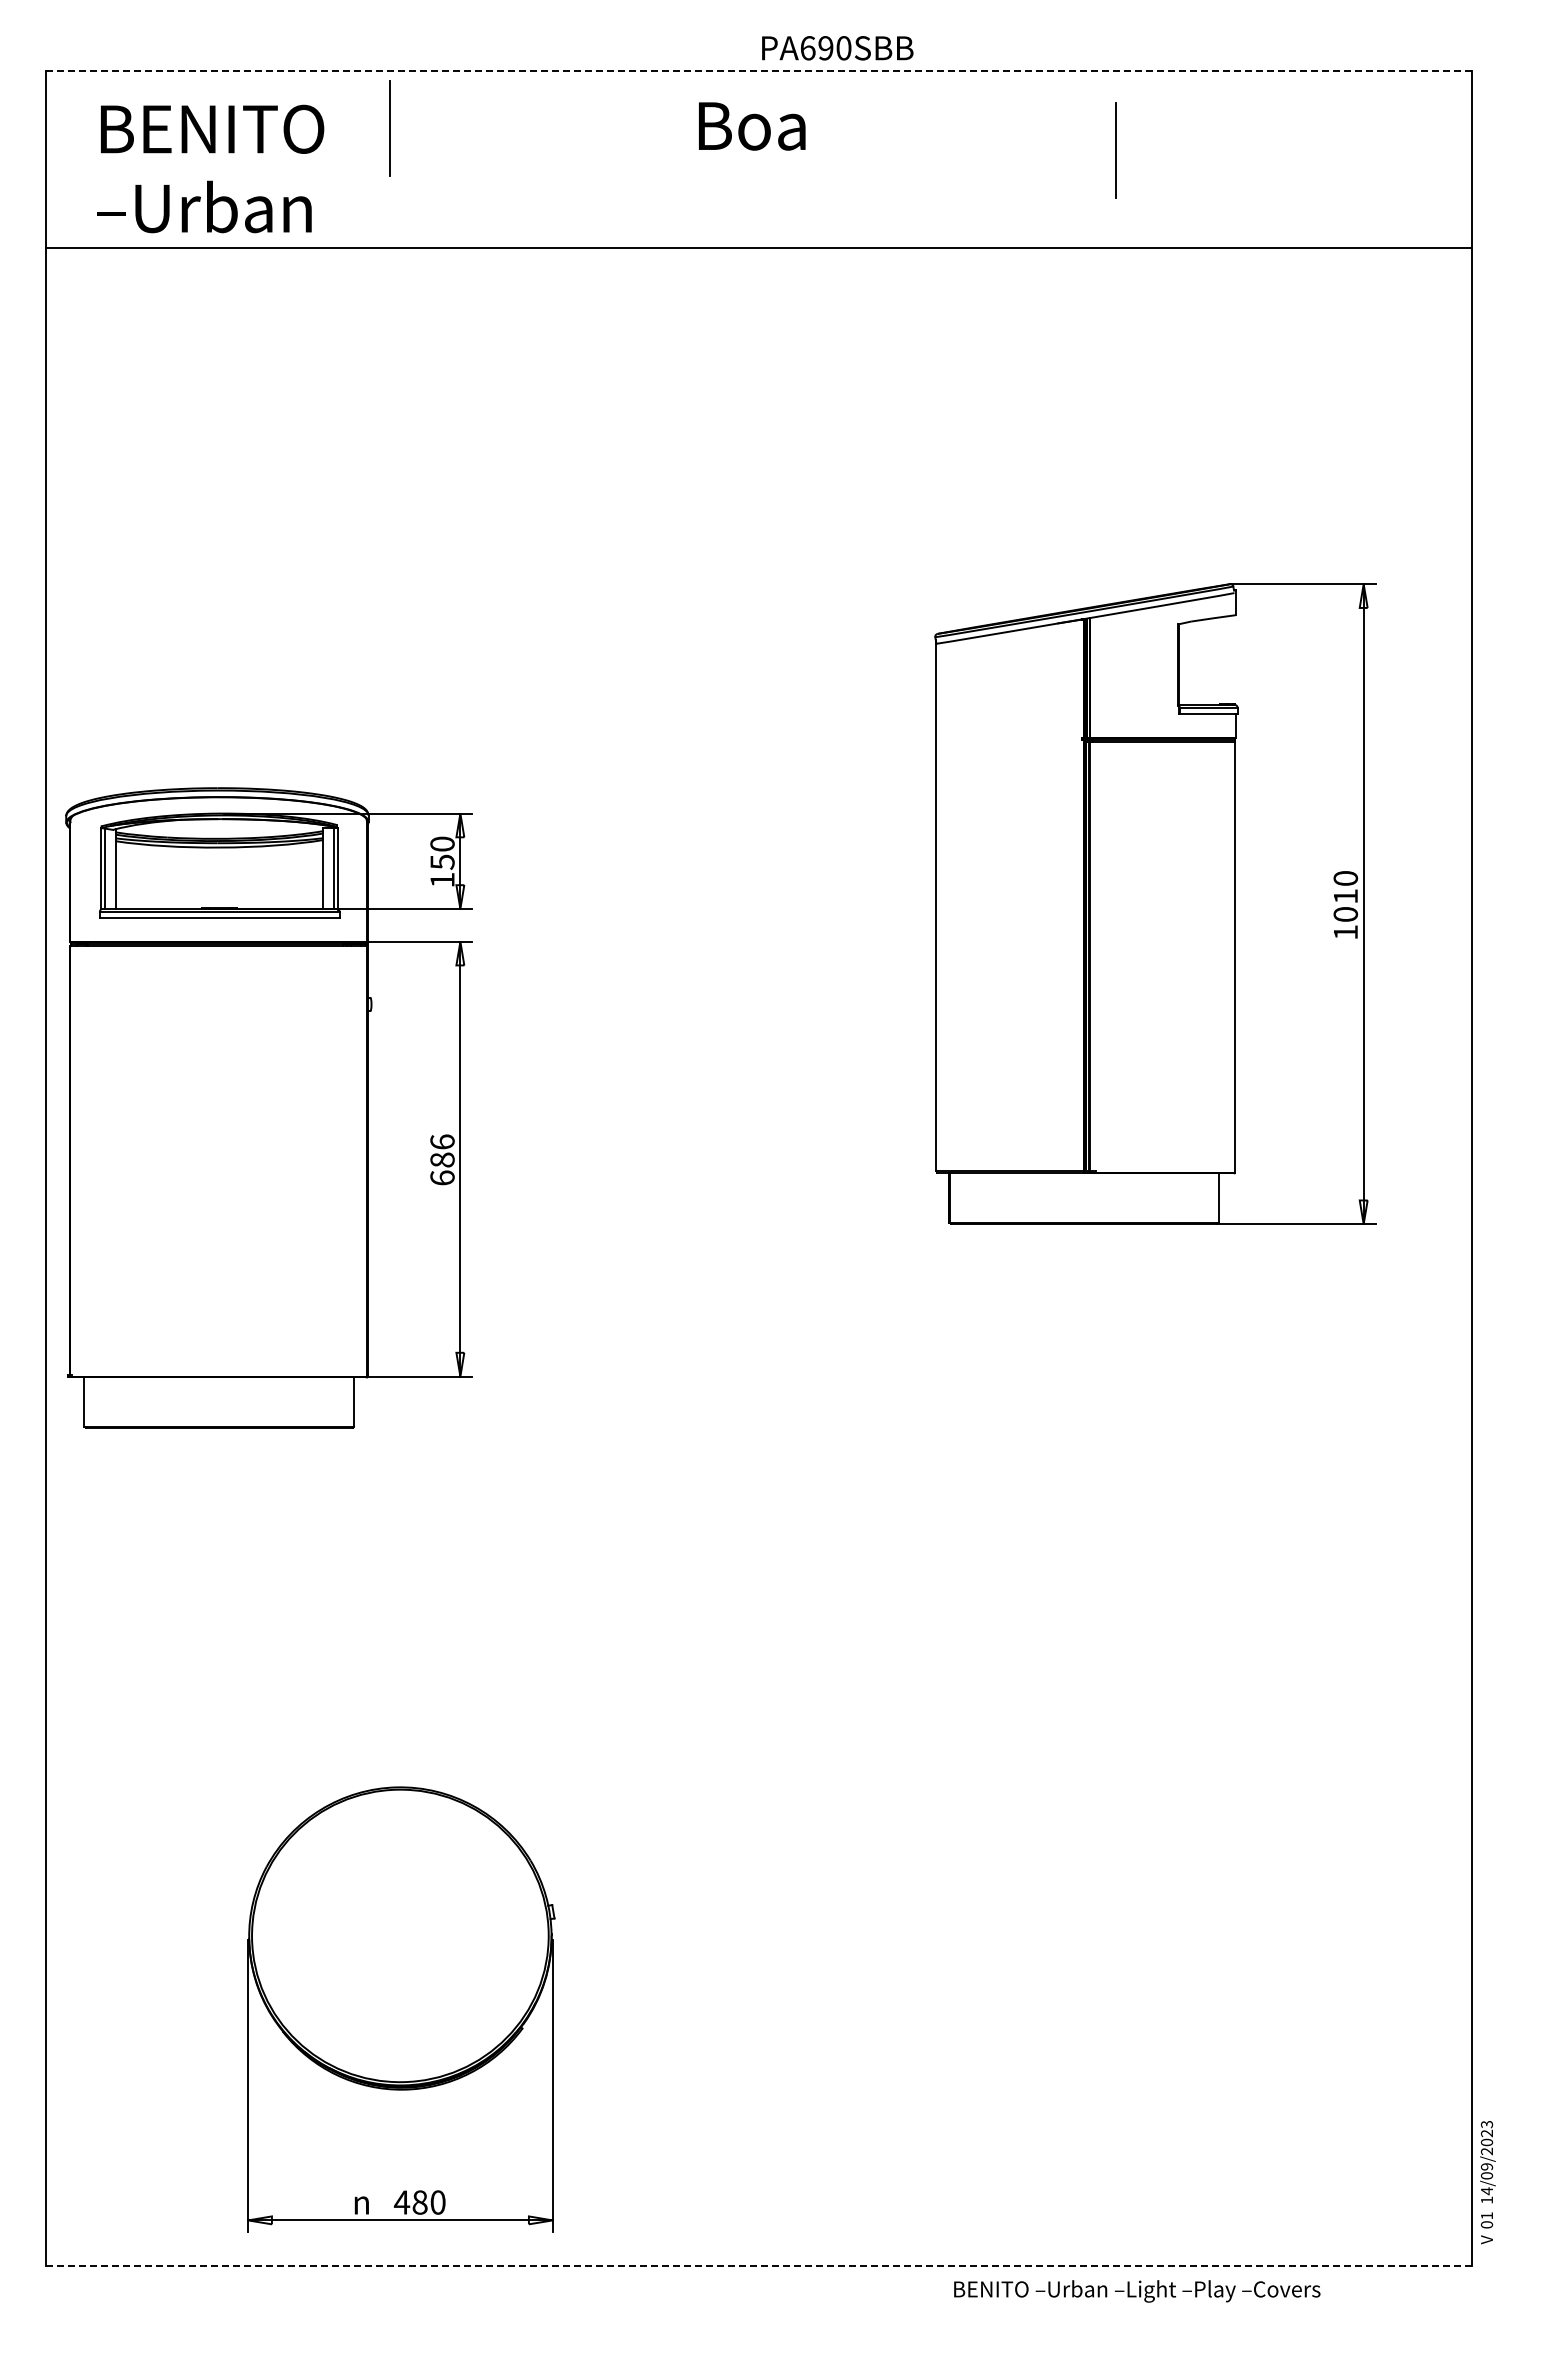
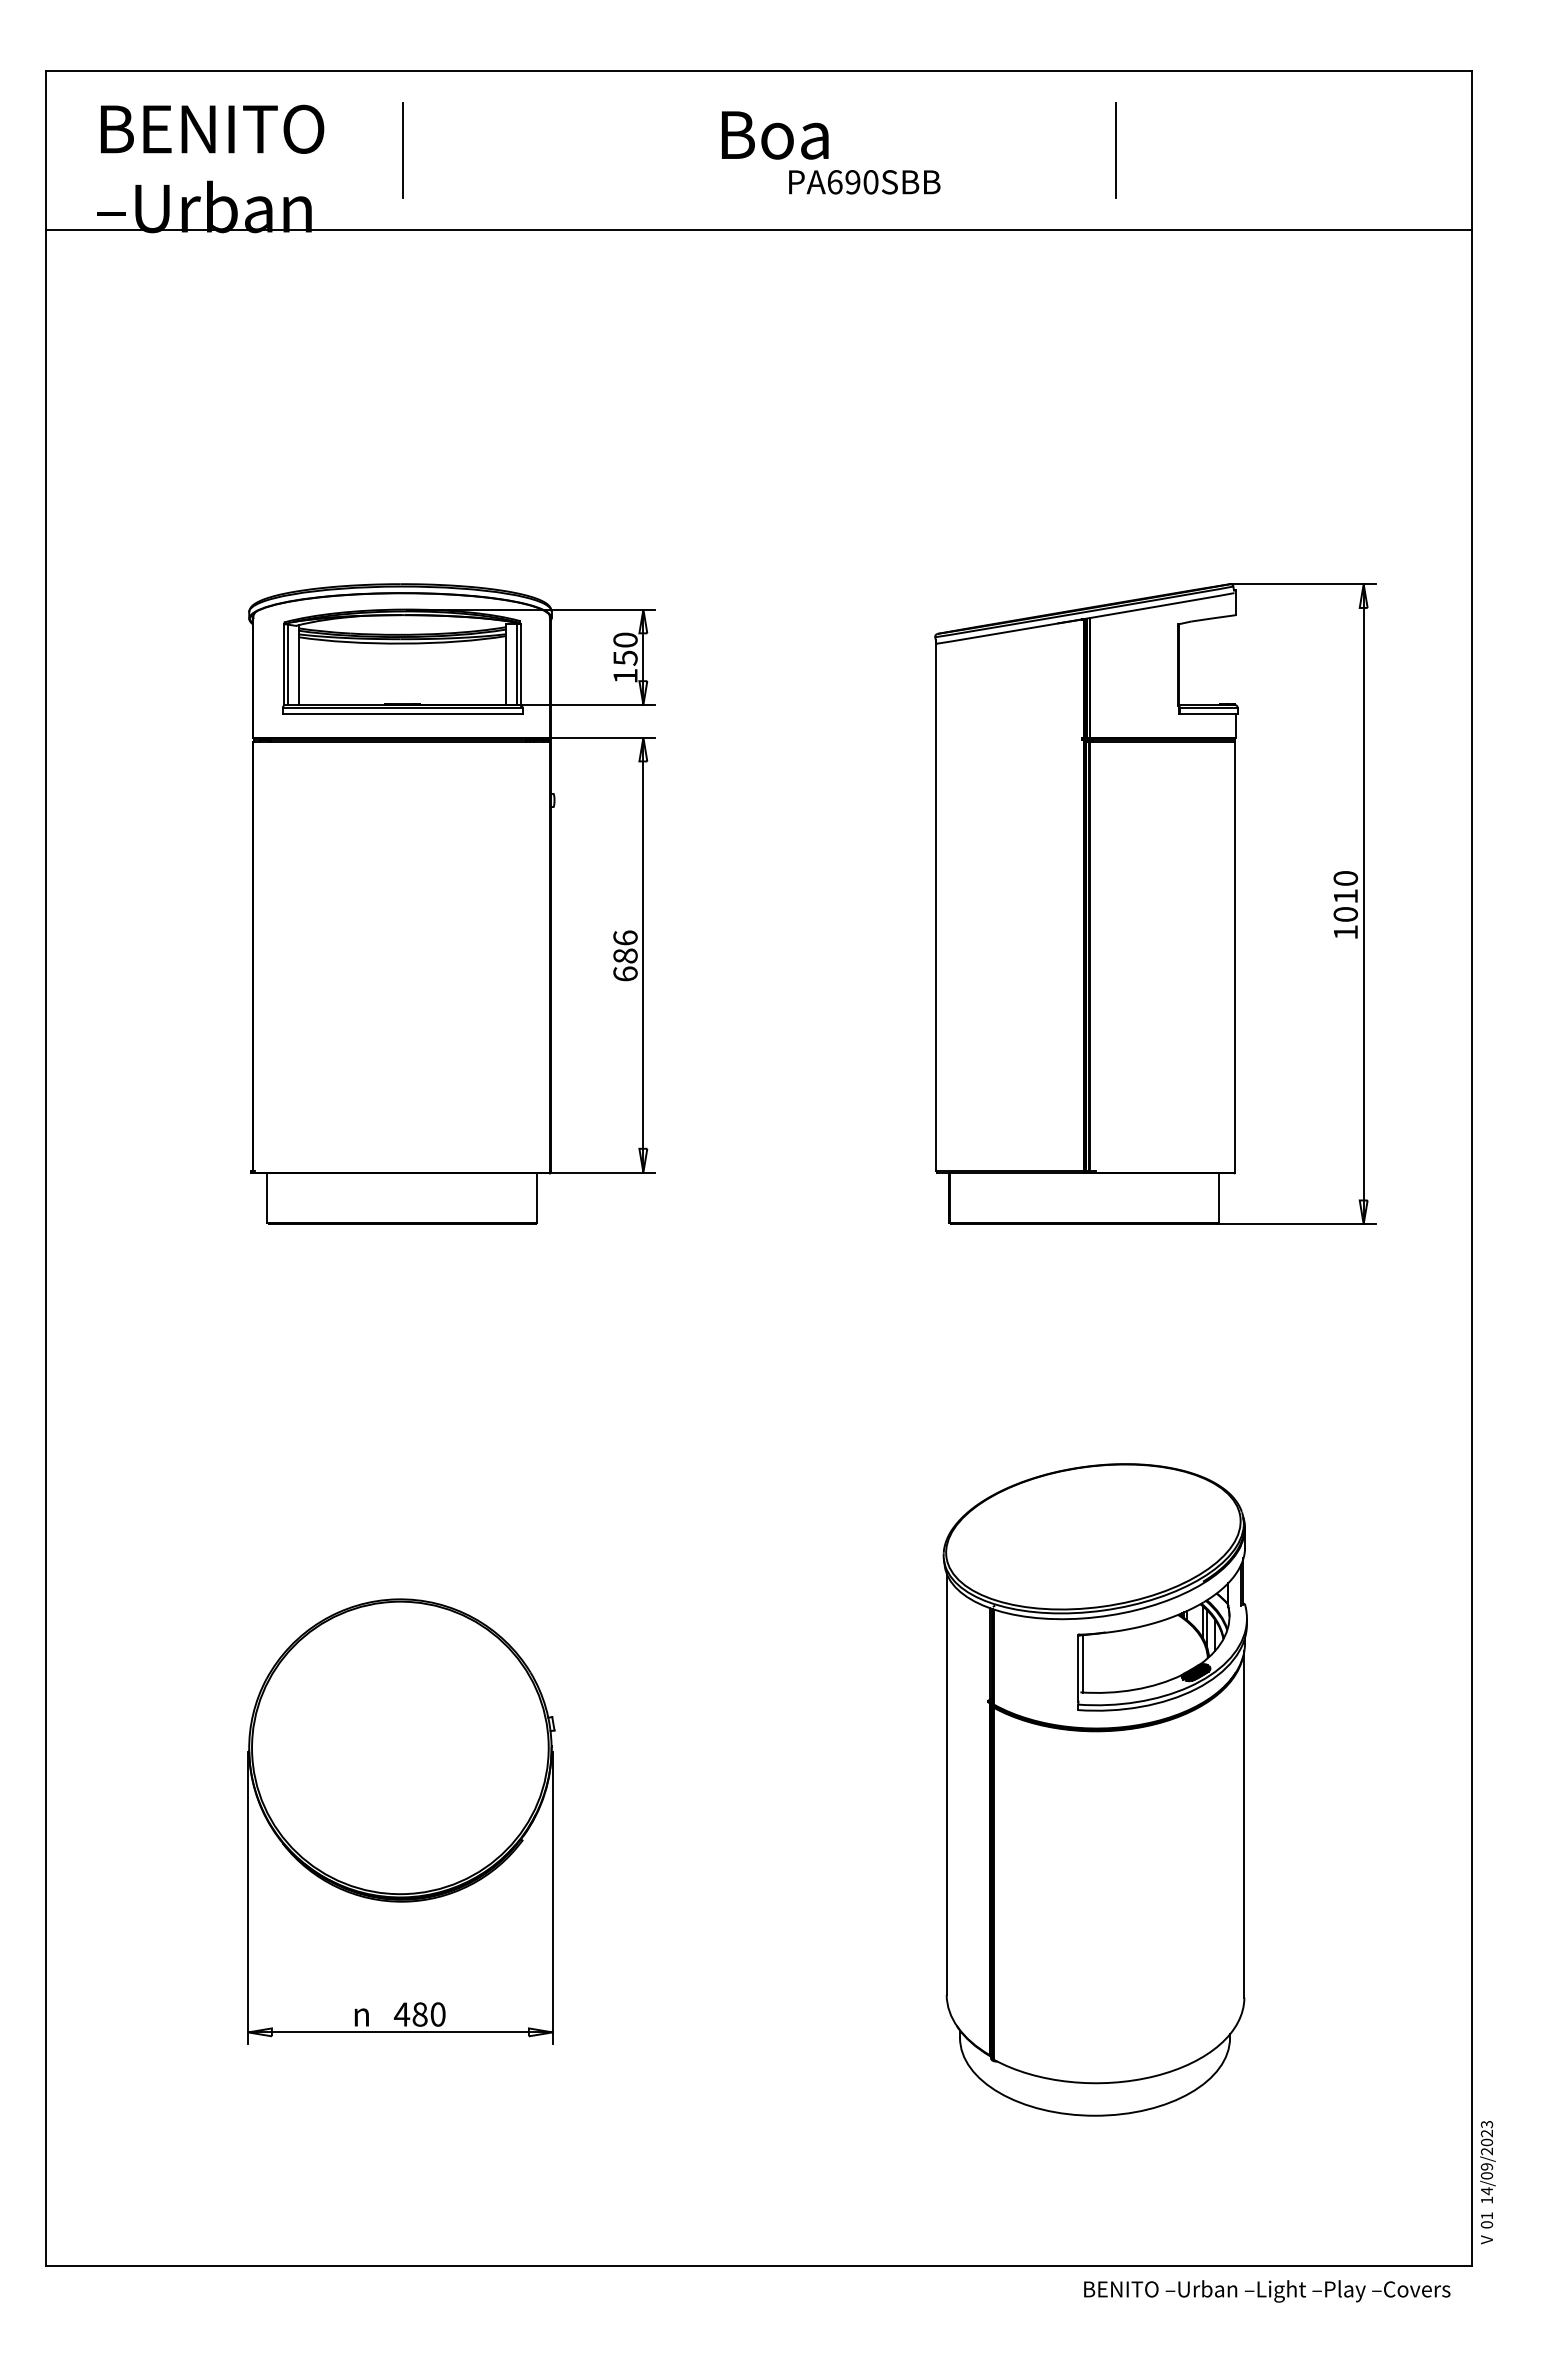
text at (837, 48) position: (837, 48) -> (864, 182)
line at (758, 71): dashed -> solid
text at (752, 126) position: (752, 126) -> (775, 135)
line at (389, 128) position: (389, 128) -> (402, 150)
line at (759, 247) position: (759, 247) -> (759, 229)
part at (268, 1107) position: (268, 1107) -> (451, 903)
part at (1094, 1789): none -> present
part at (401, 2009) position: (401, 2009) -> (401, 1821)
line at (758, 2265): dashed -> solid
text at (1137, 2291) position: (1137, 2291) -> (1267, 2291)
